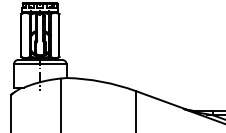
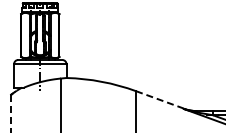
line at (161, 100): solid -> dashed
line at (11, 113): solid -> dashed
